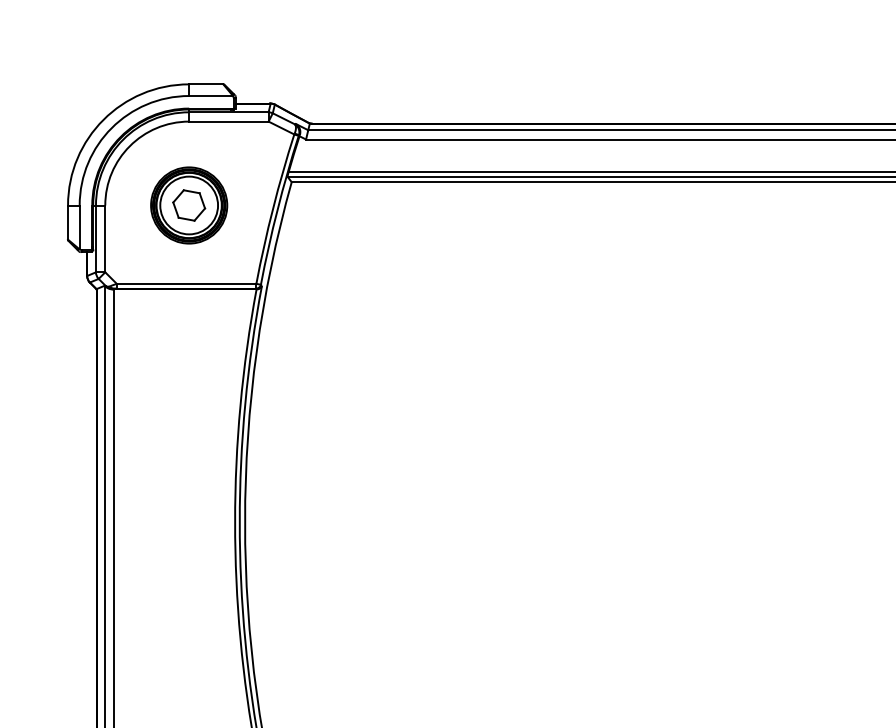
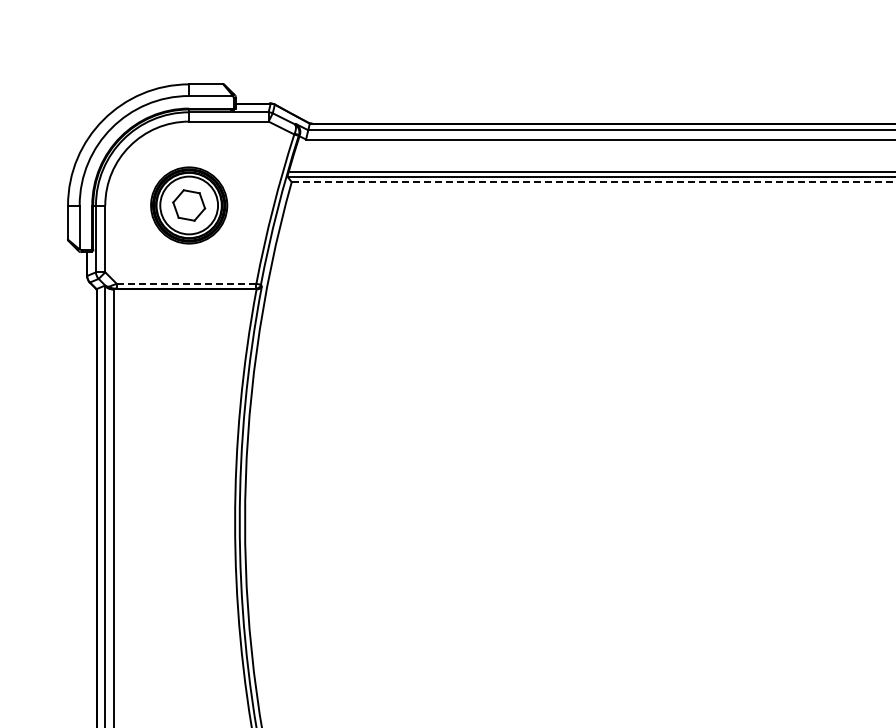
line at (593, 182): solid -> dashed
line at (186, 283): solid -> dashed
